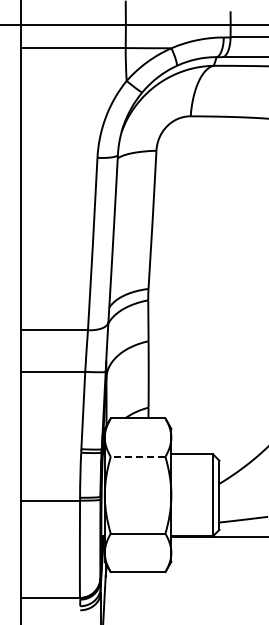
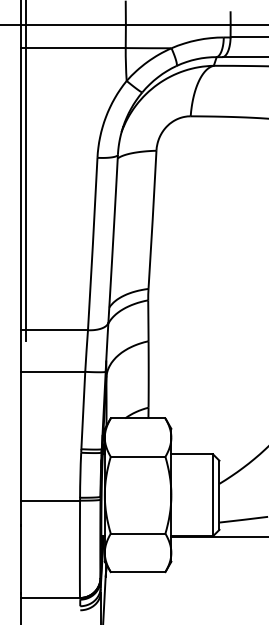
line at (26, 171): none -> present
line at (137, 456): dashed -> solid
